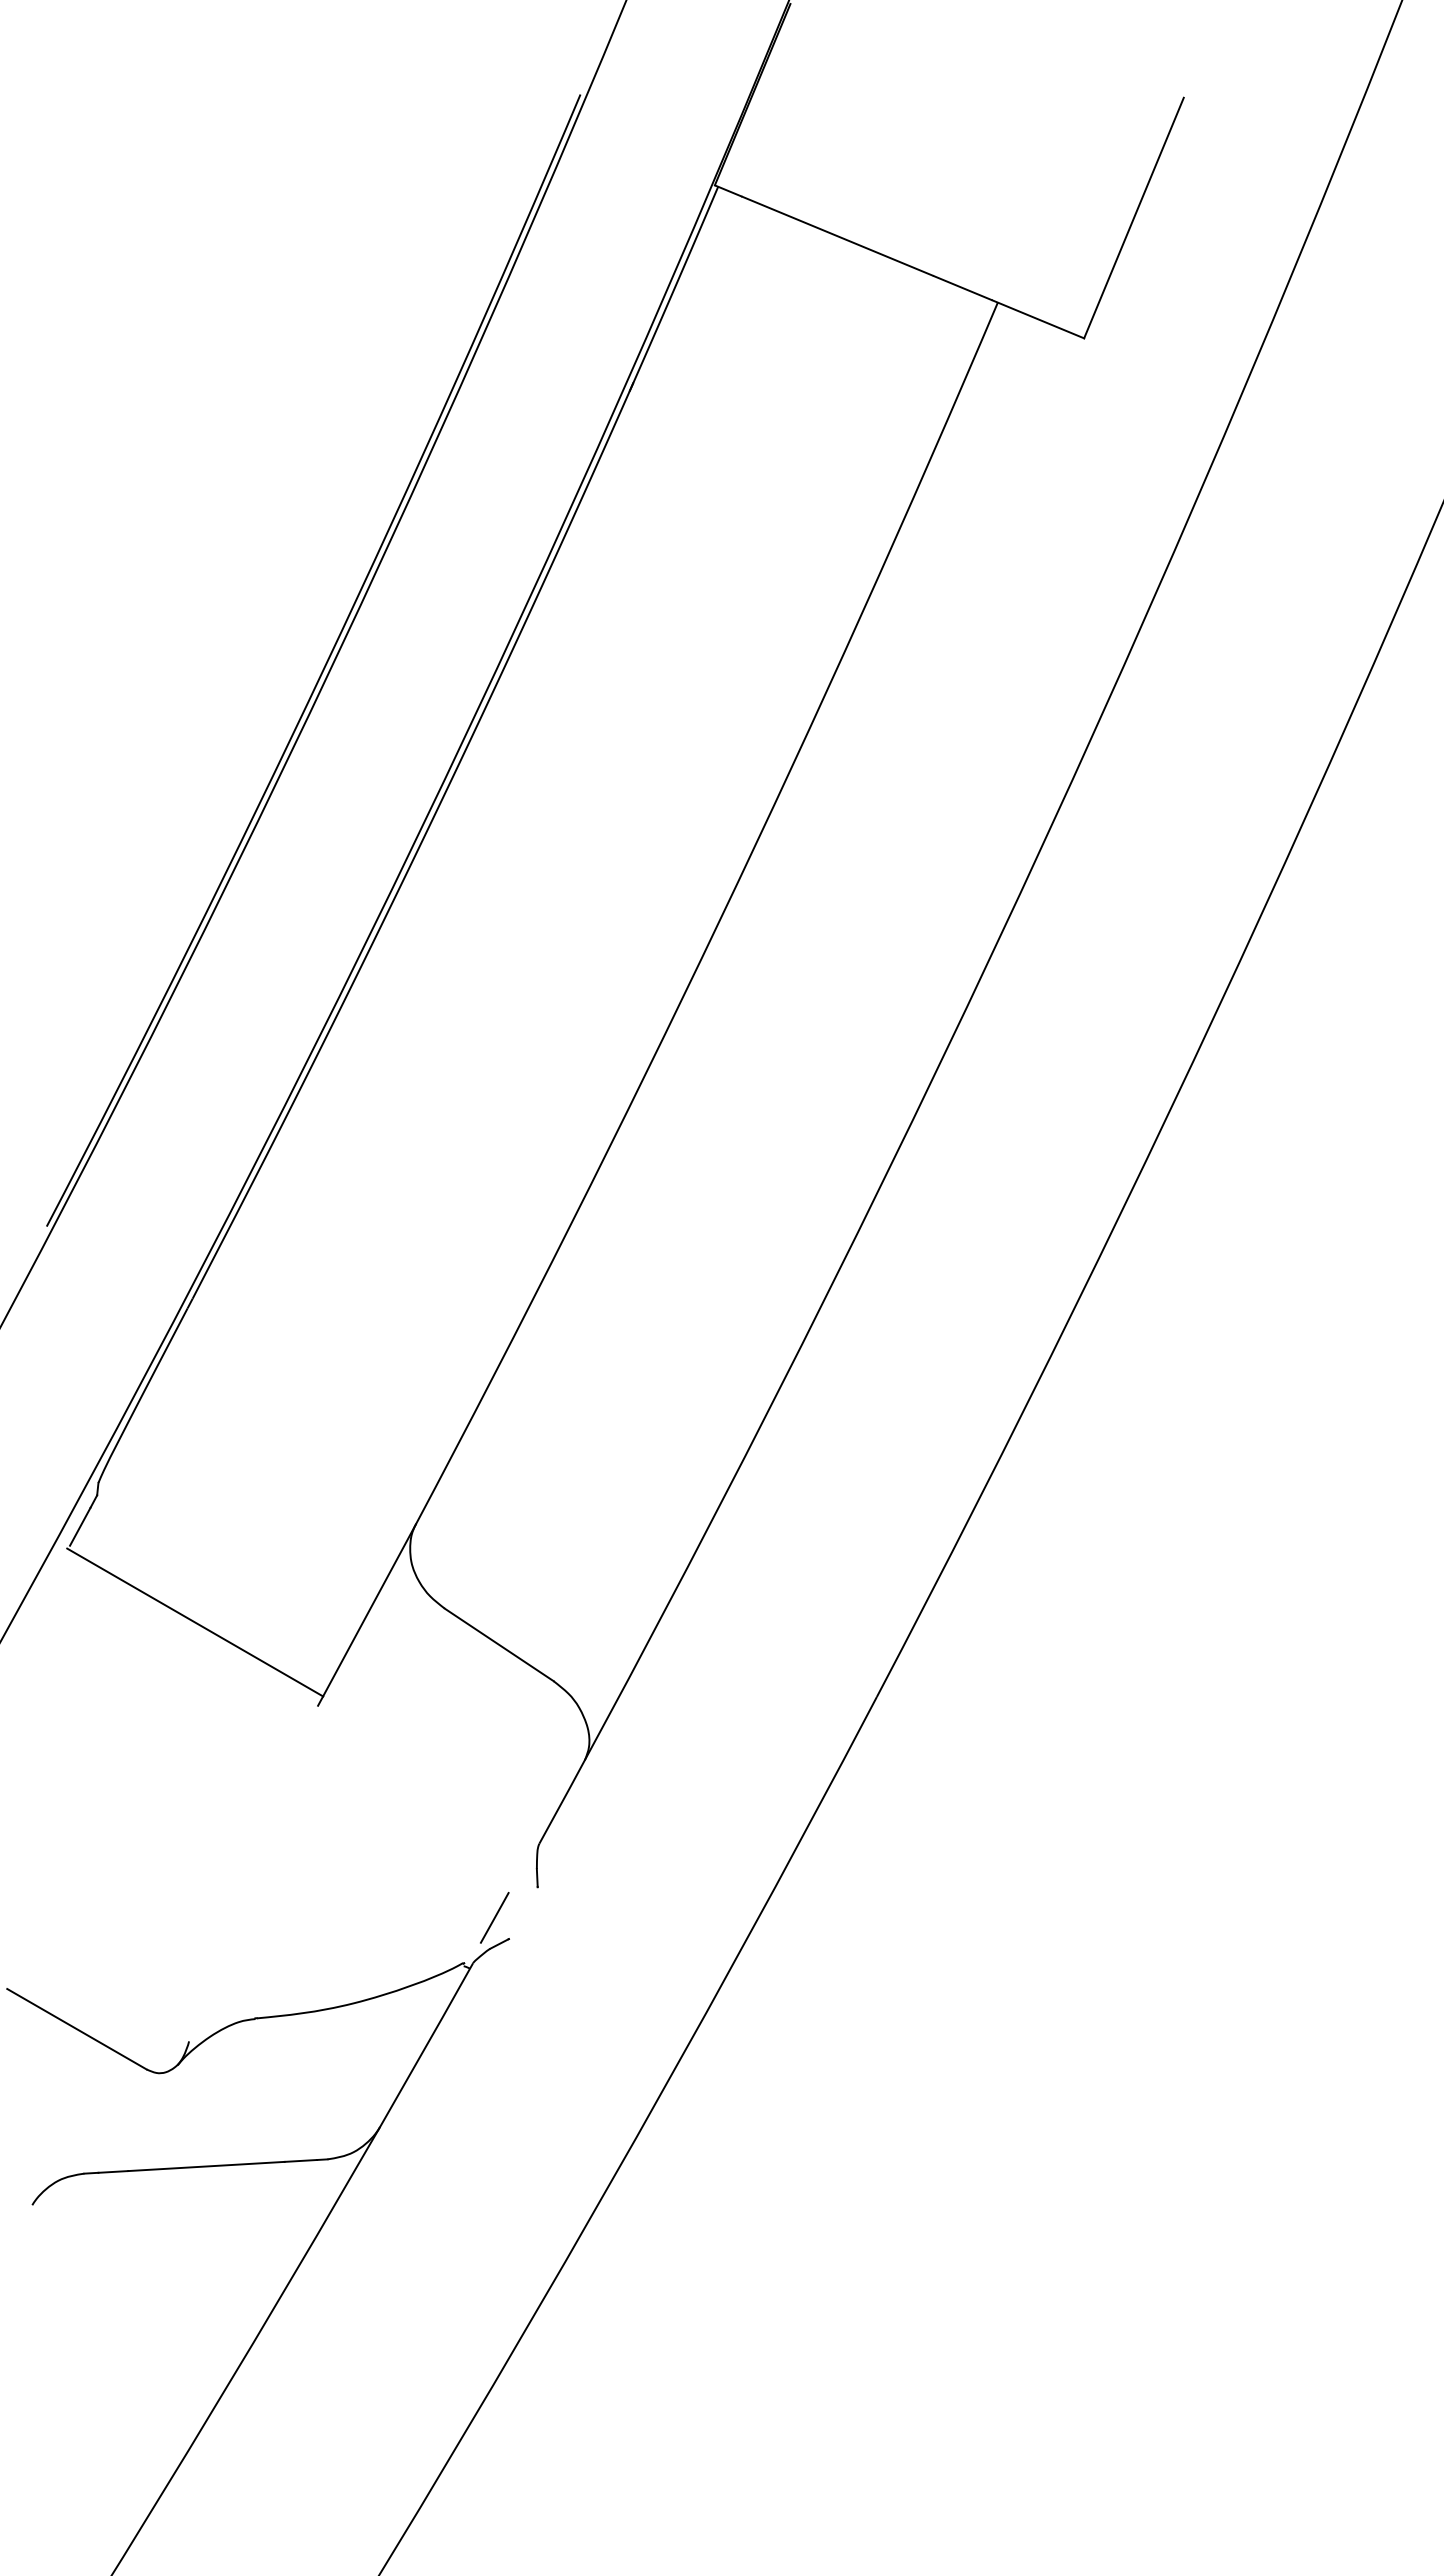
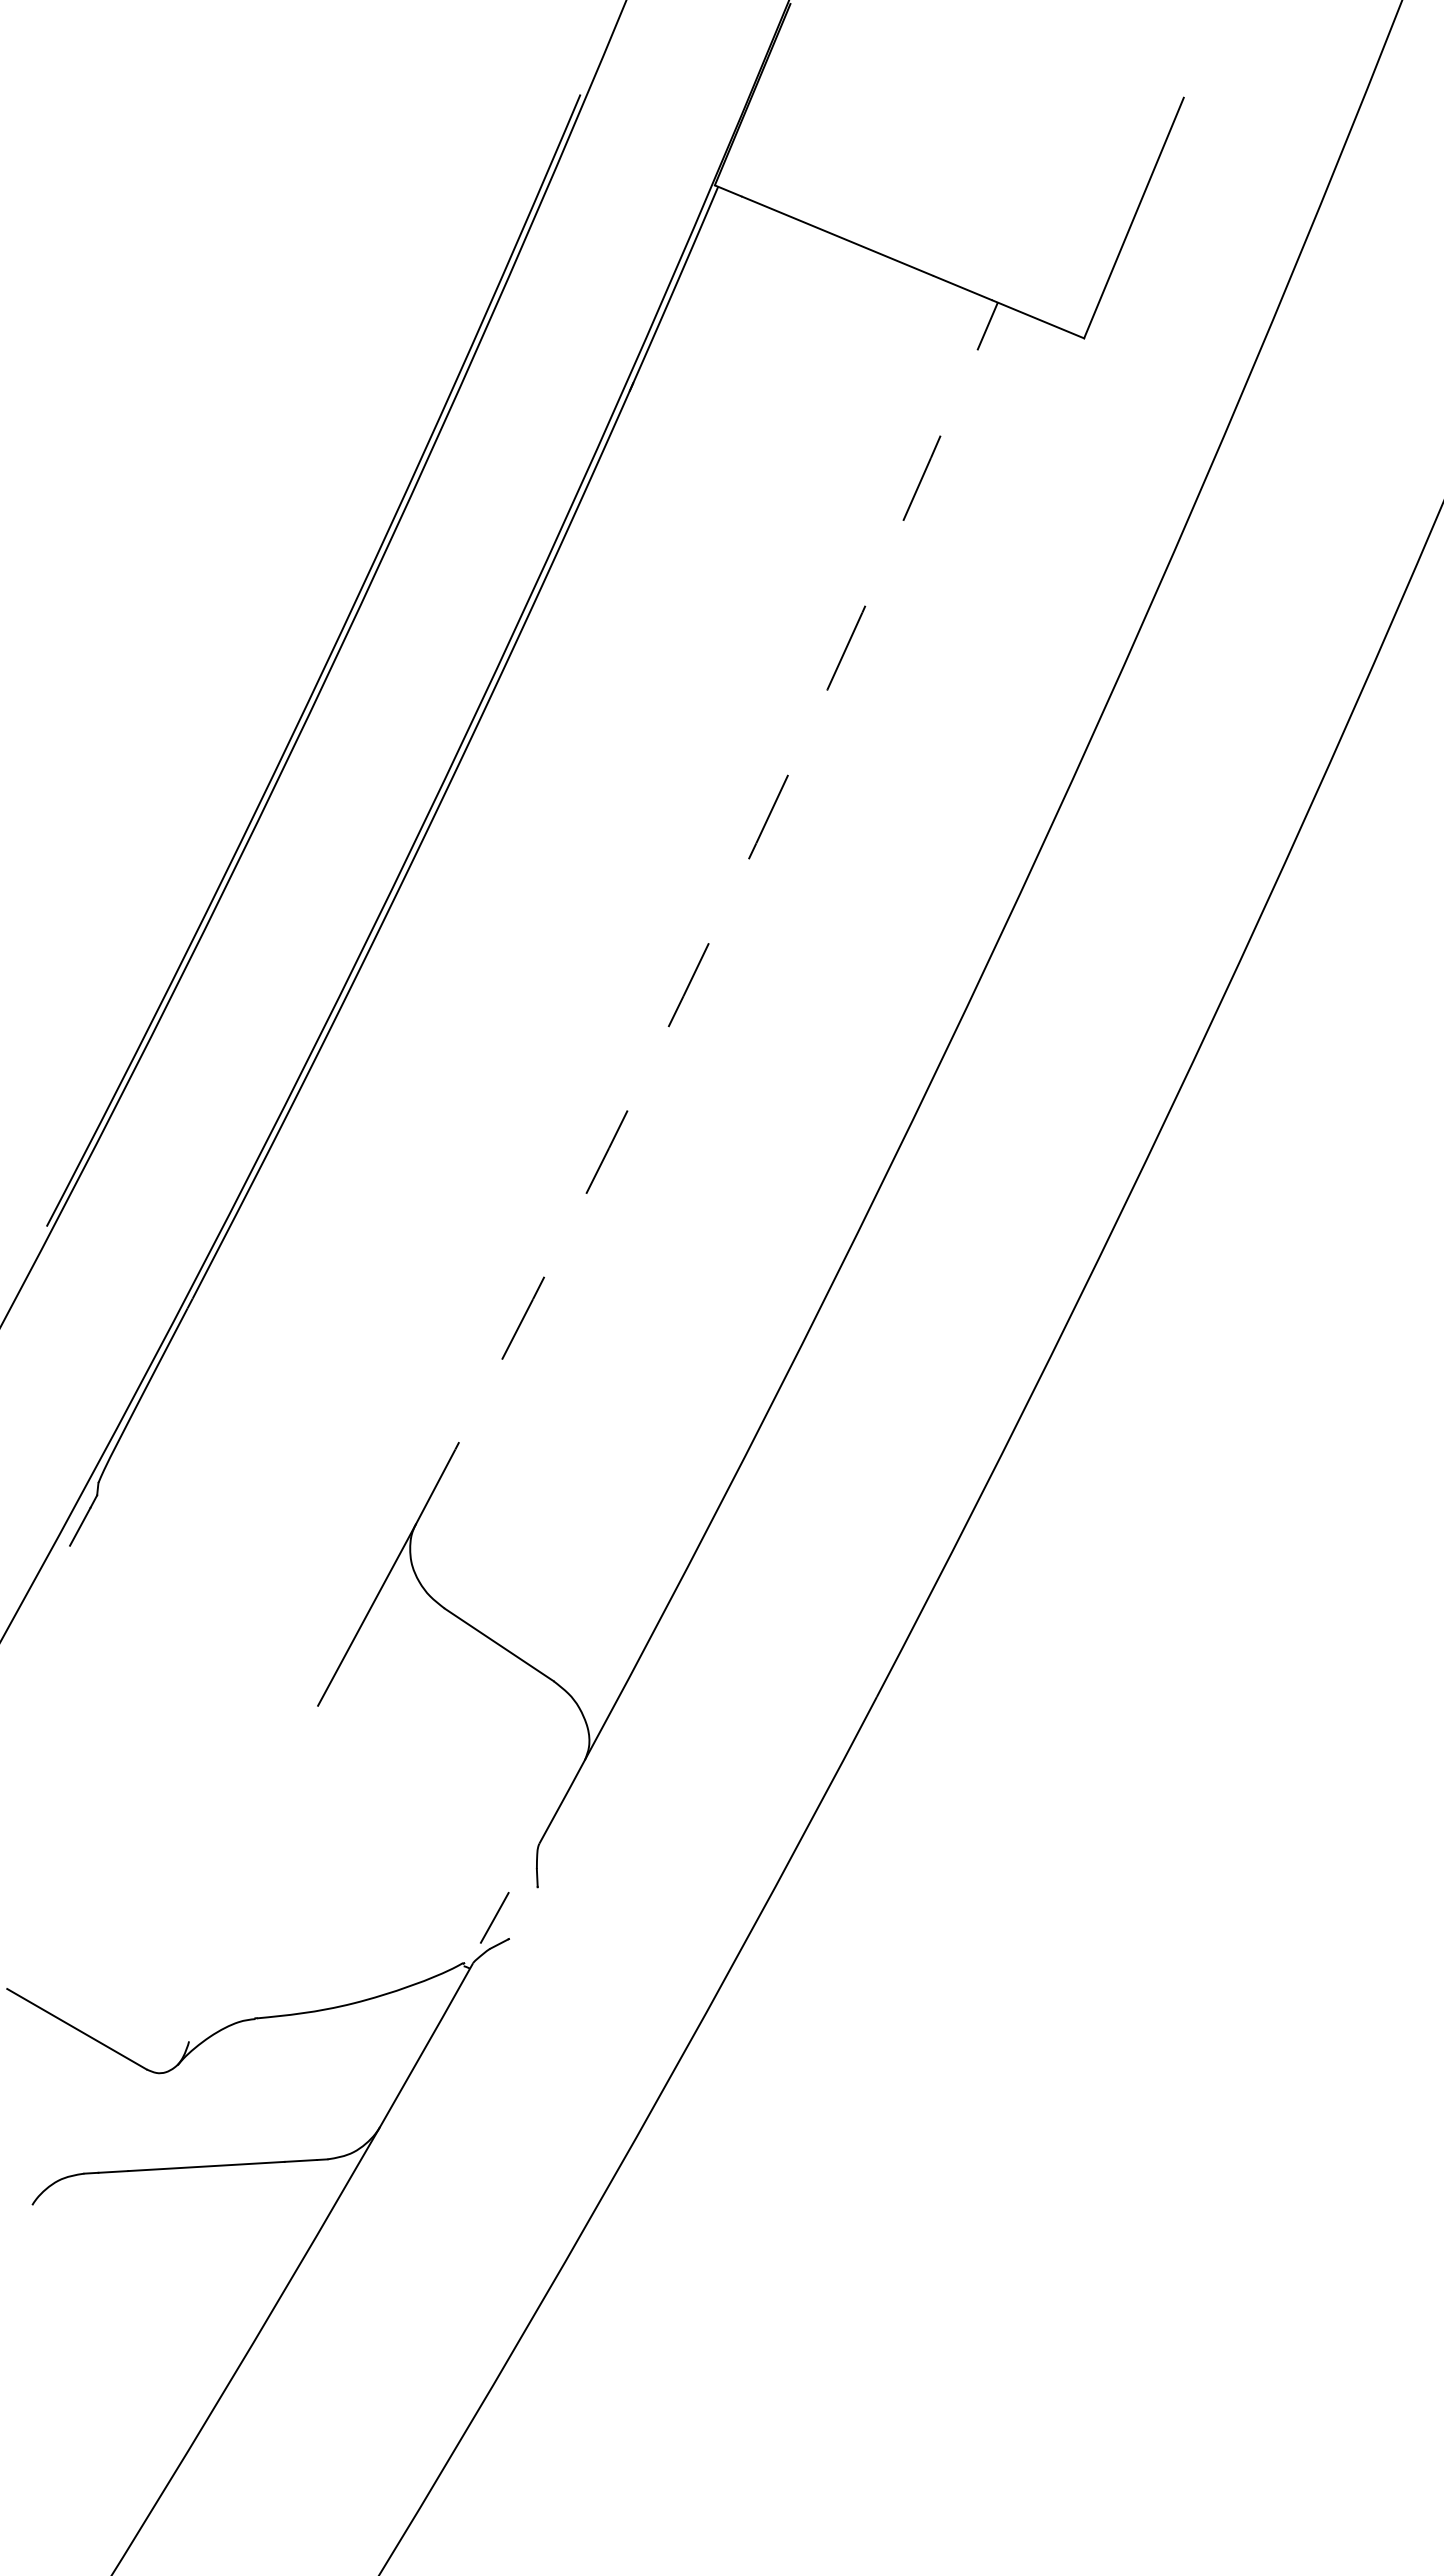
arc at (720, 919): solid -> dashed
line at (195, 1622): present -> none
